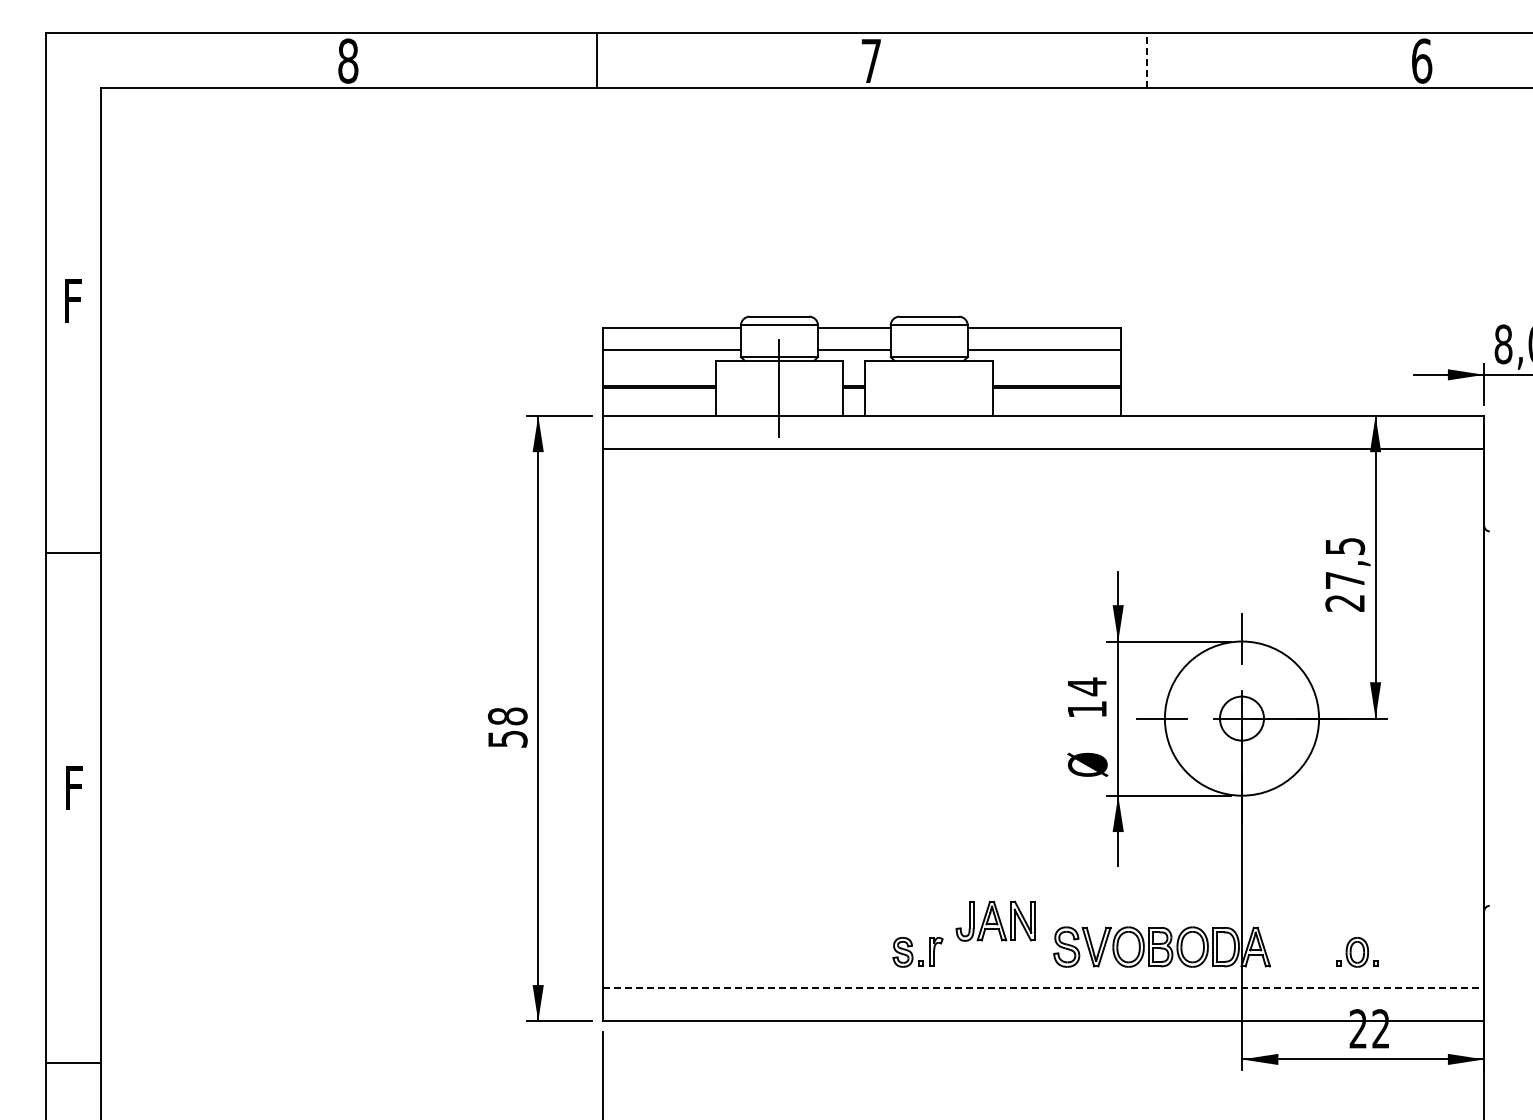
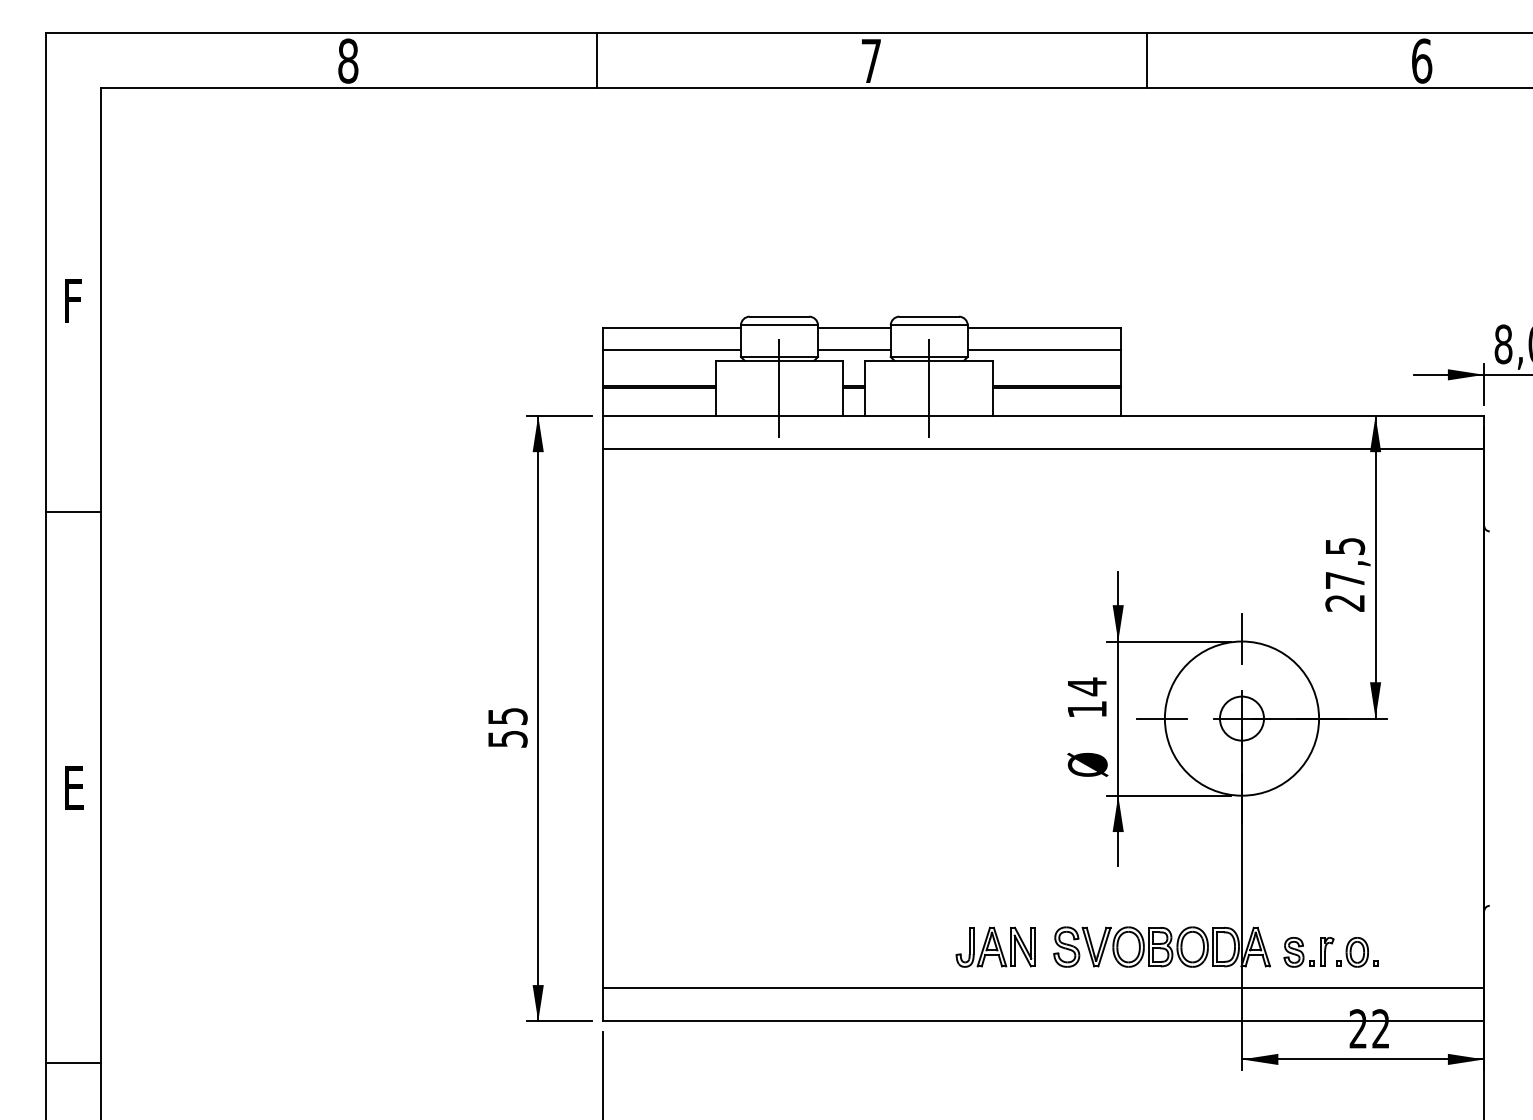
line at (1147, 60): dashed -> solid
line at (929, 387): none -> present
line at (73, 553) position: (73, 553) -> (73, 512)
text at (507, 716): 58 -> 55
text at (74, 787): F -> E
part at (995, 920) position: (995, 920) -> (995, 946)
part at (917, 952) position: (917, 952) -> (1308, 952)
line at (1044, 988): dashed -> solid
